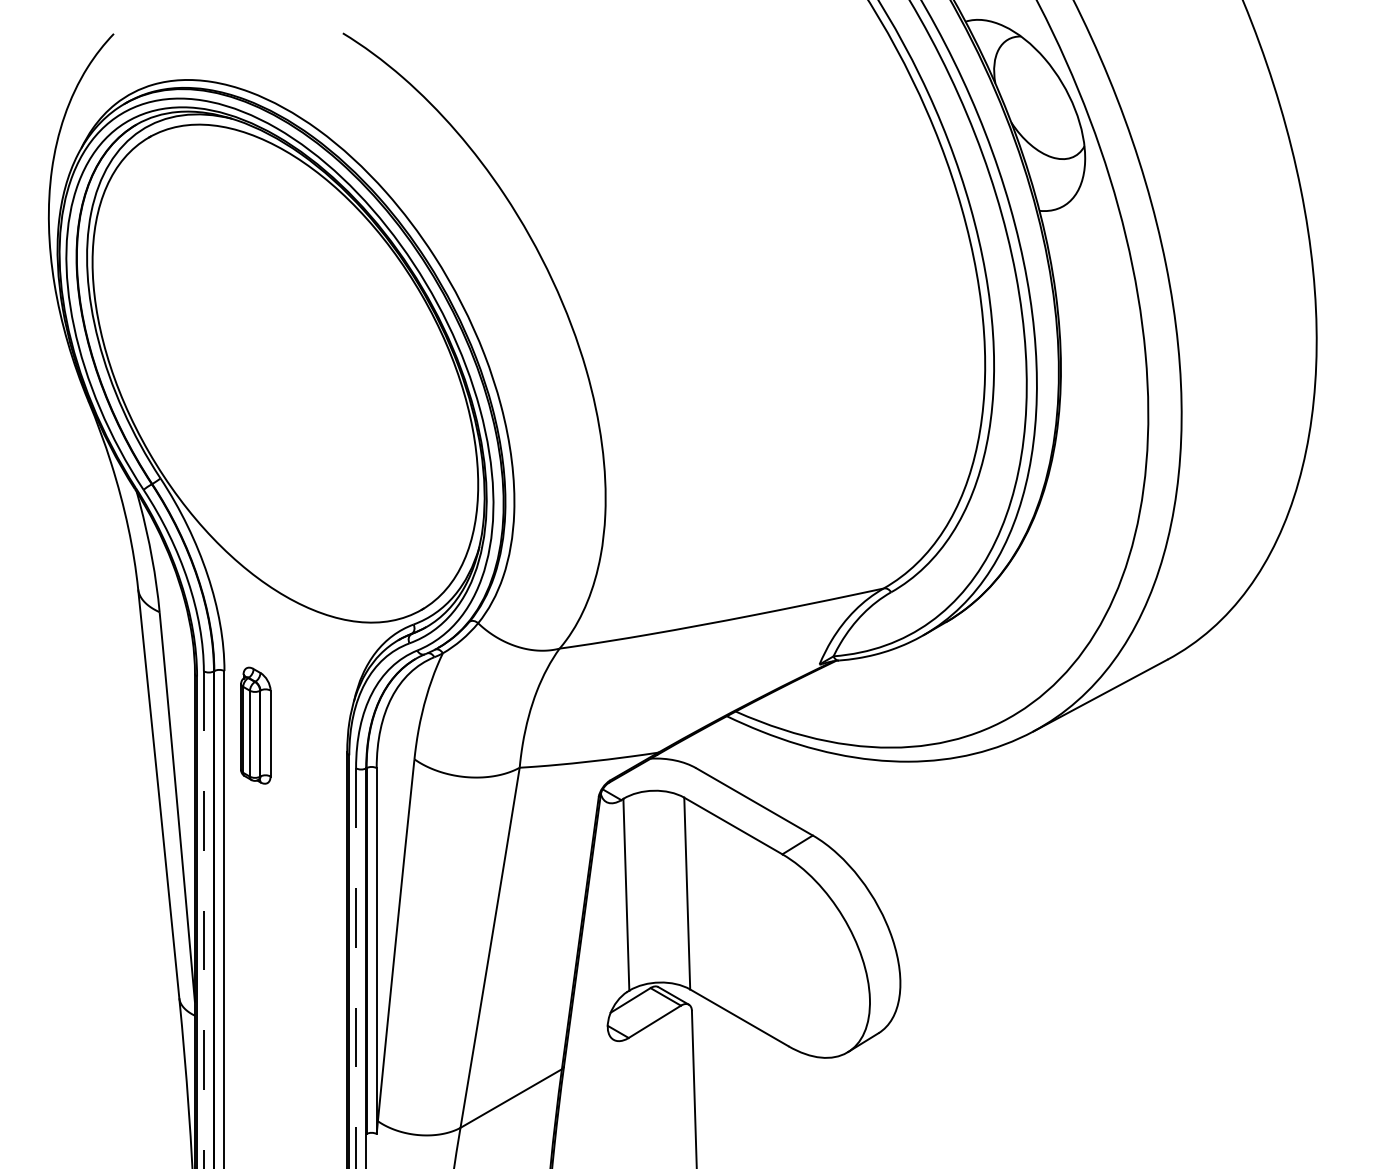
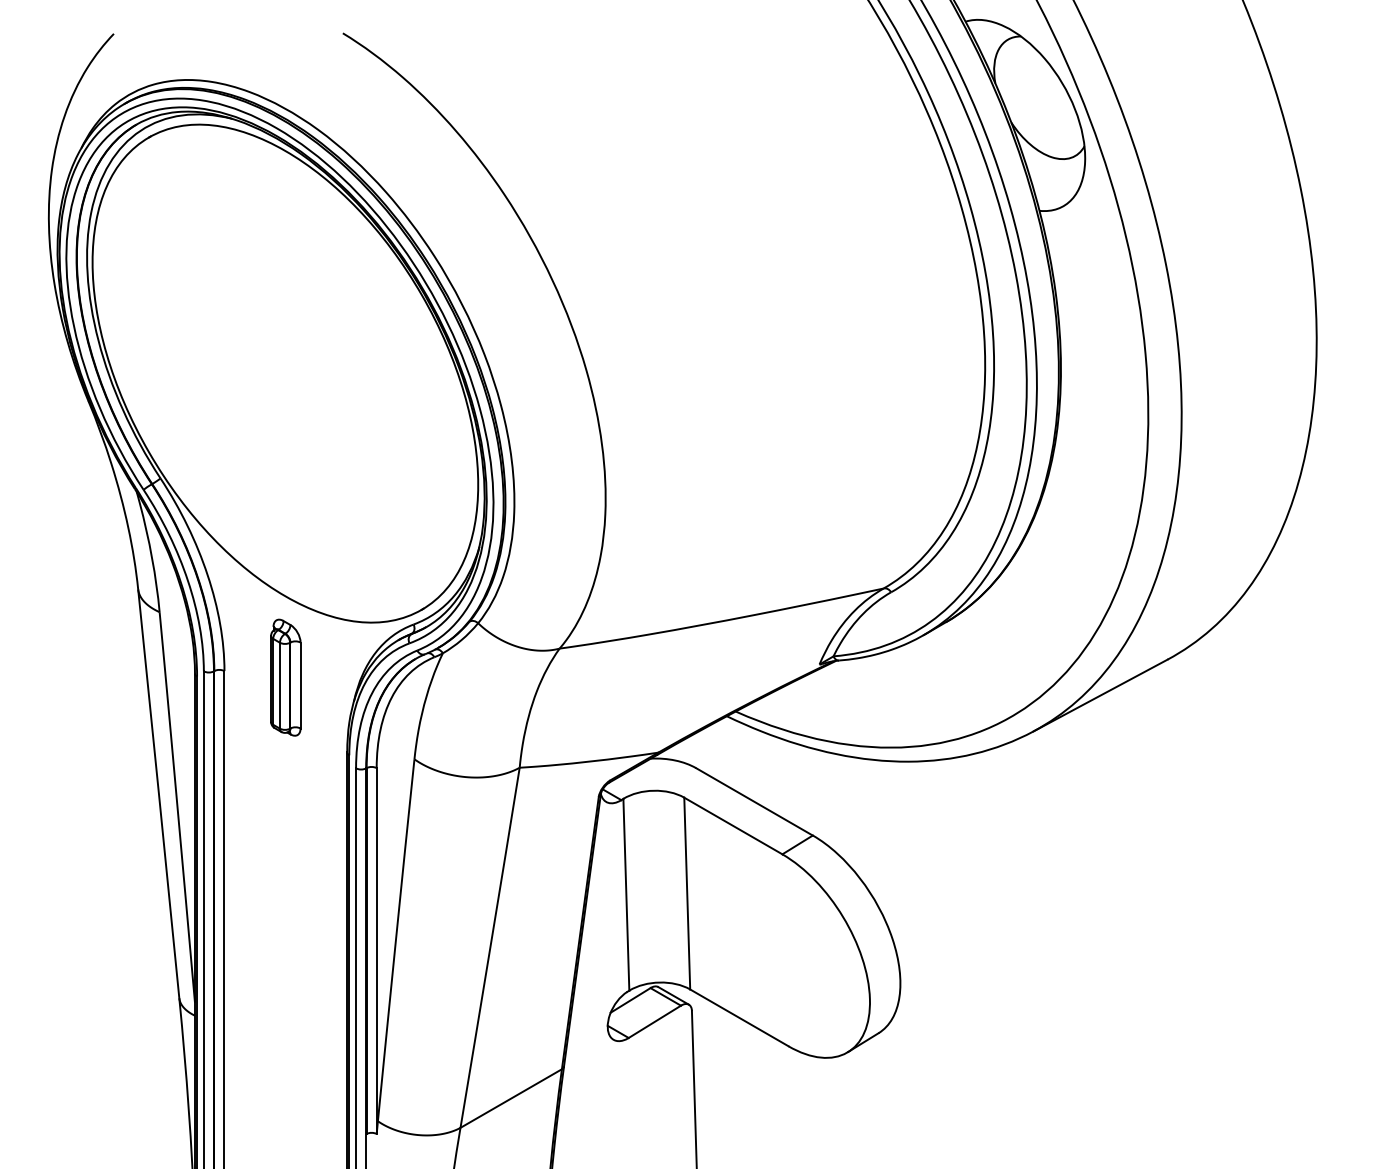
part at (255, 725) position: (255, 725) -> (285, 677)
line at (203, 920): dashed -> solid
line at (356, 968): dashed -> solid
